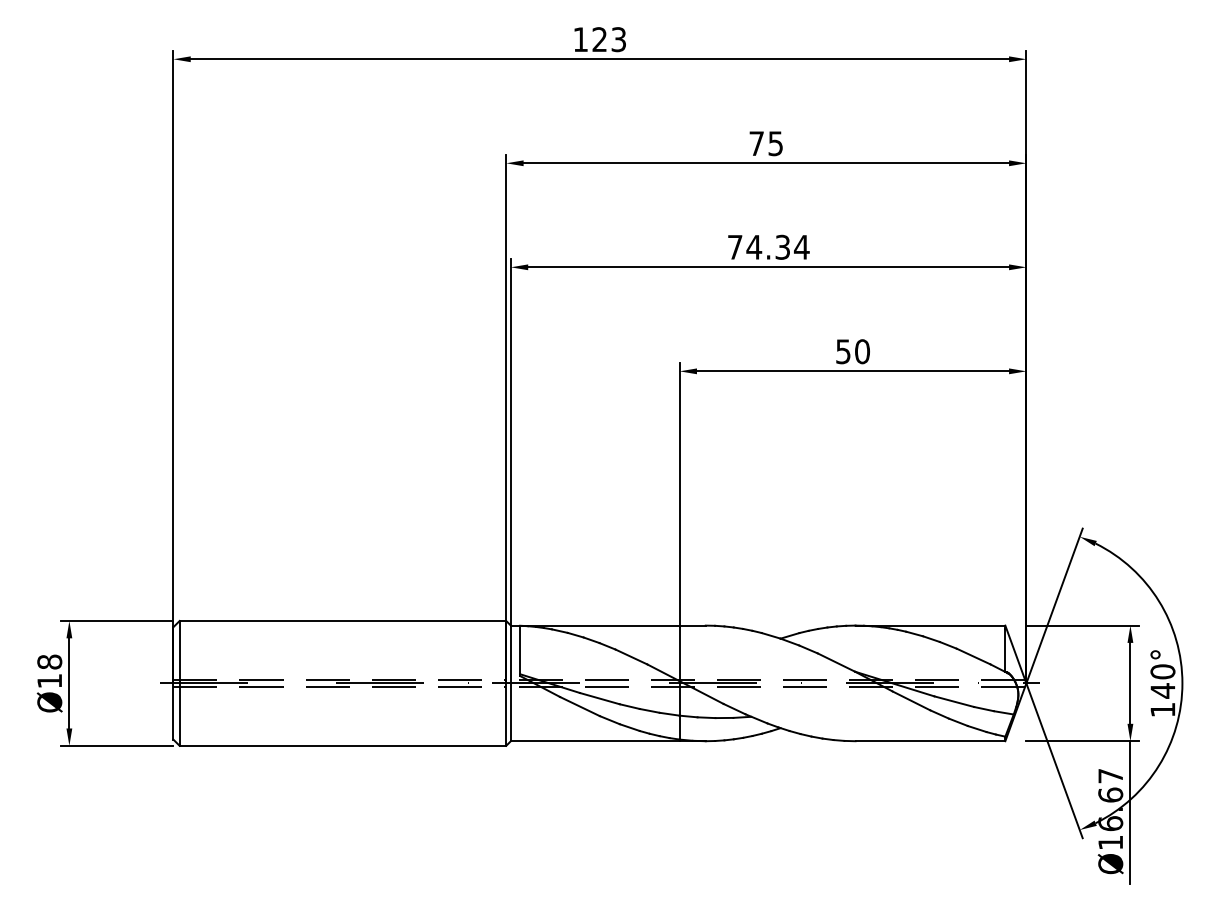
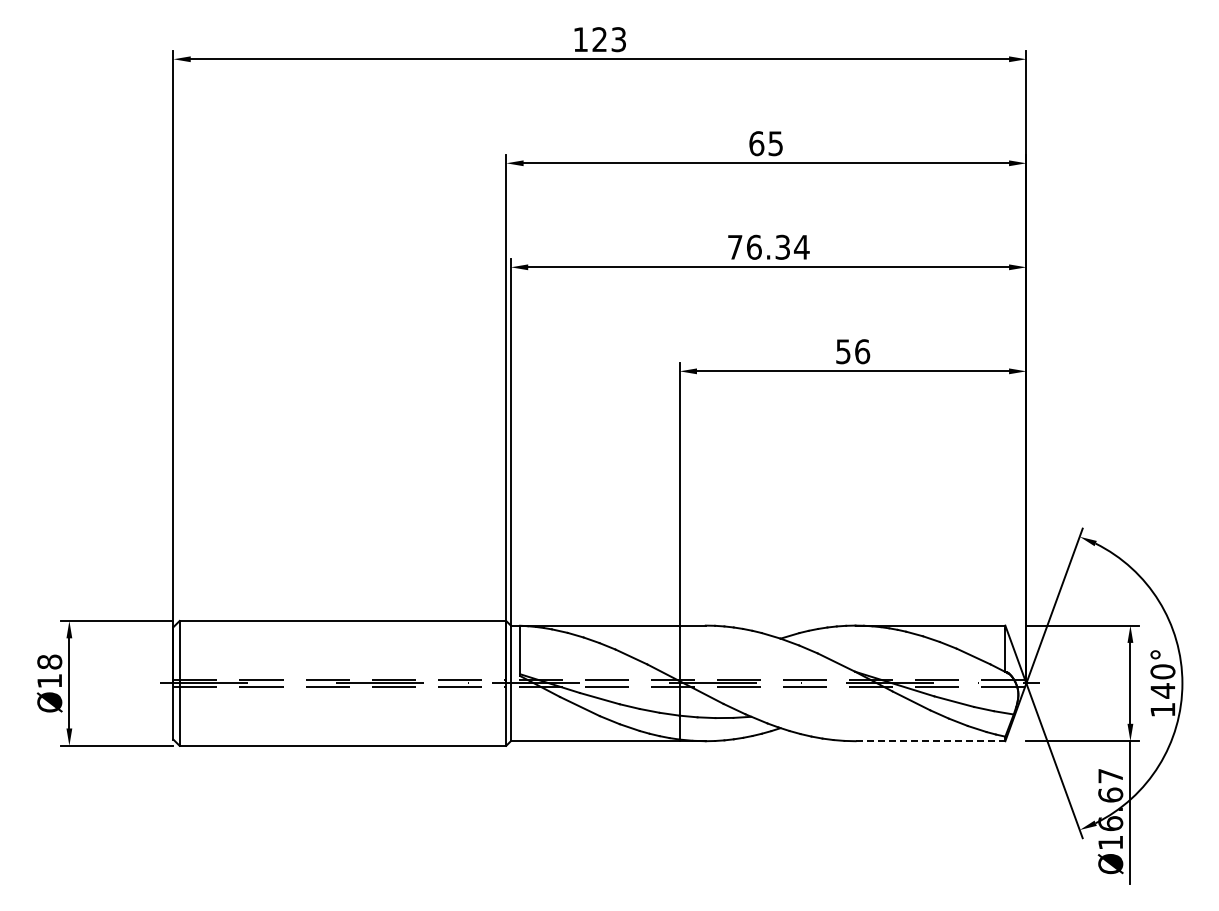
text at (756, 143): 75 -> 65
text at (754, 246): 74.34 -> 76.34
text at (862, 351): 50 -> 56
line at (930, 741): solid -> dashed
